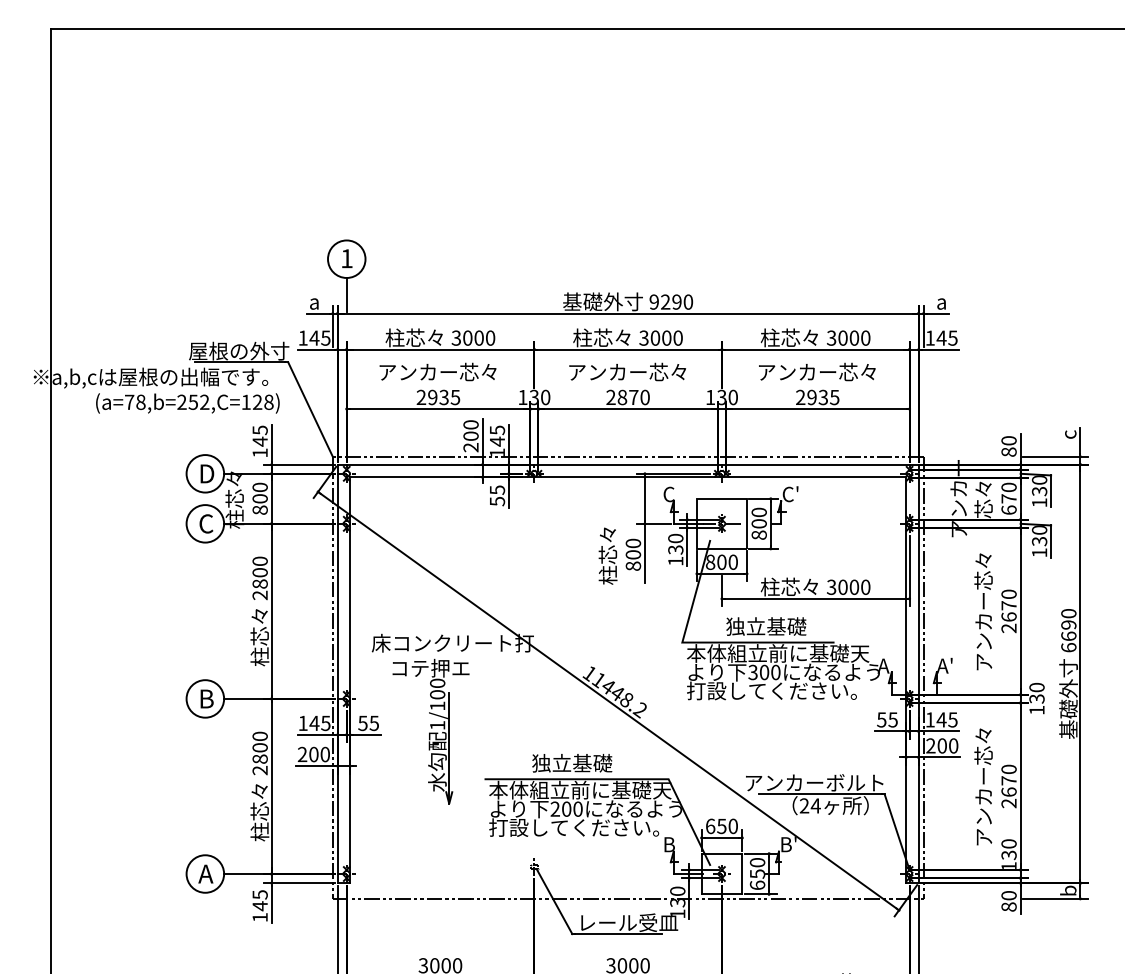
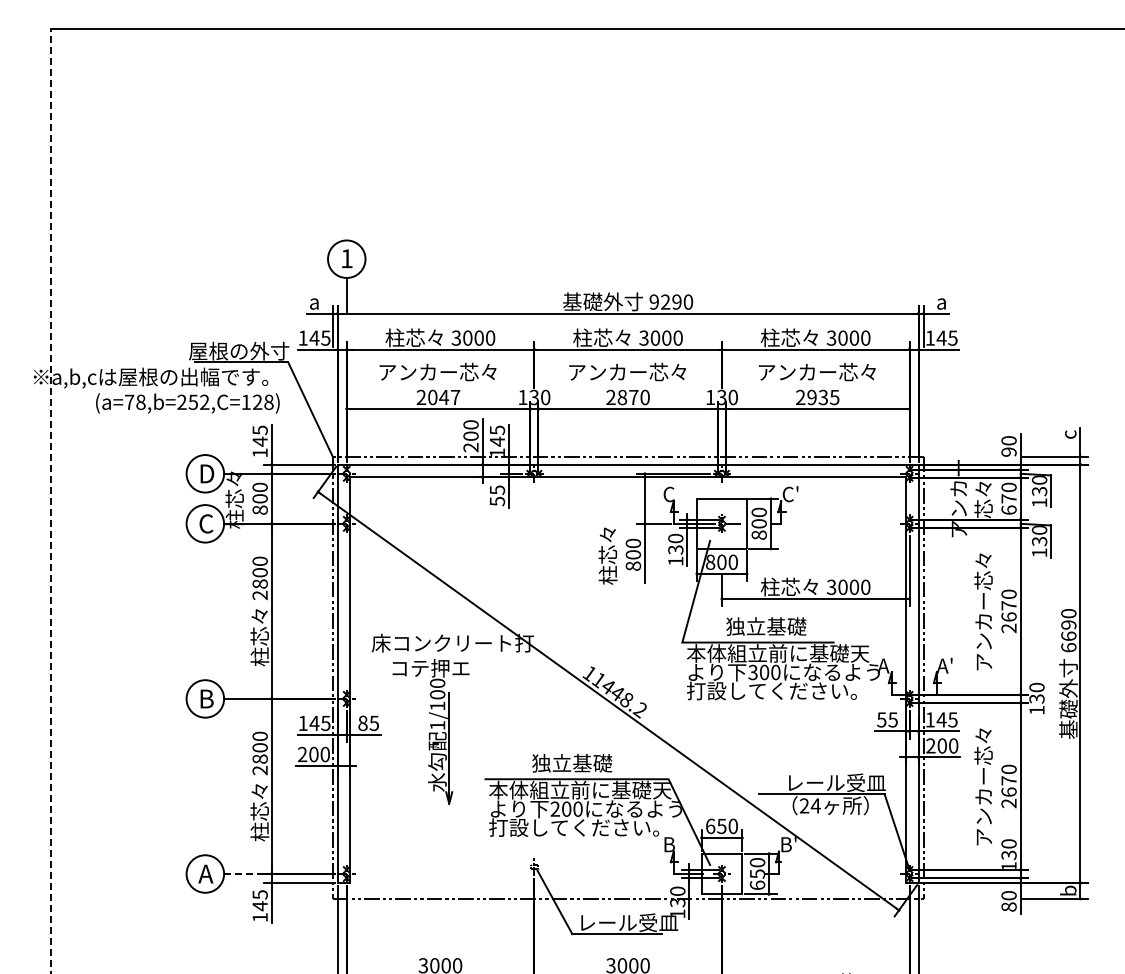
text at (444, 397): 2935 -> 2047
text at (1008, 451): 80 -> 90
line at (51, 501): solid -> dashed
text at (362, 722): 55 -> 85
text at (815, 782): アンカーボルト -> レール受皿
line at (243, 874): solid -> dashed
